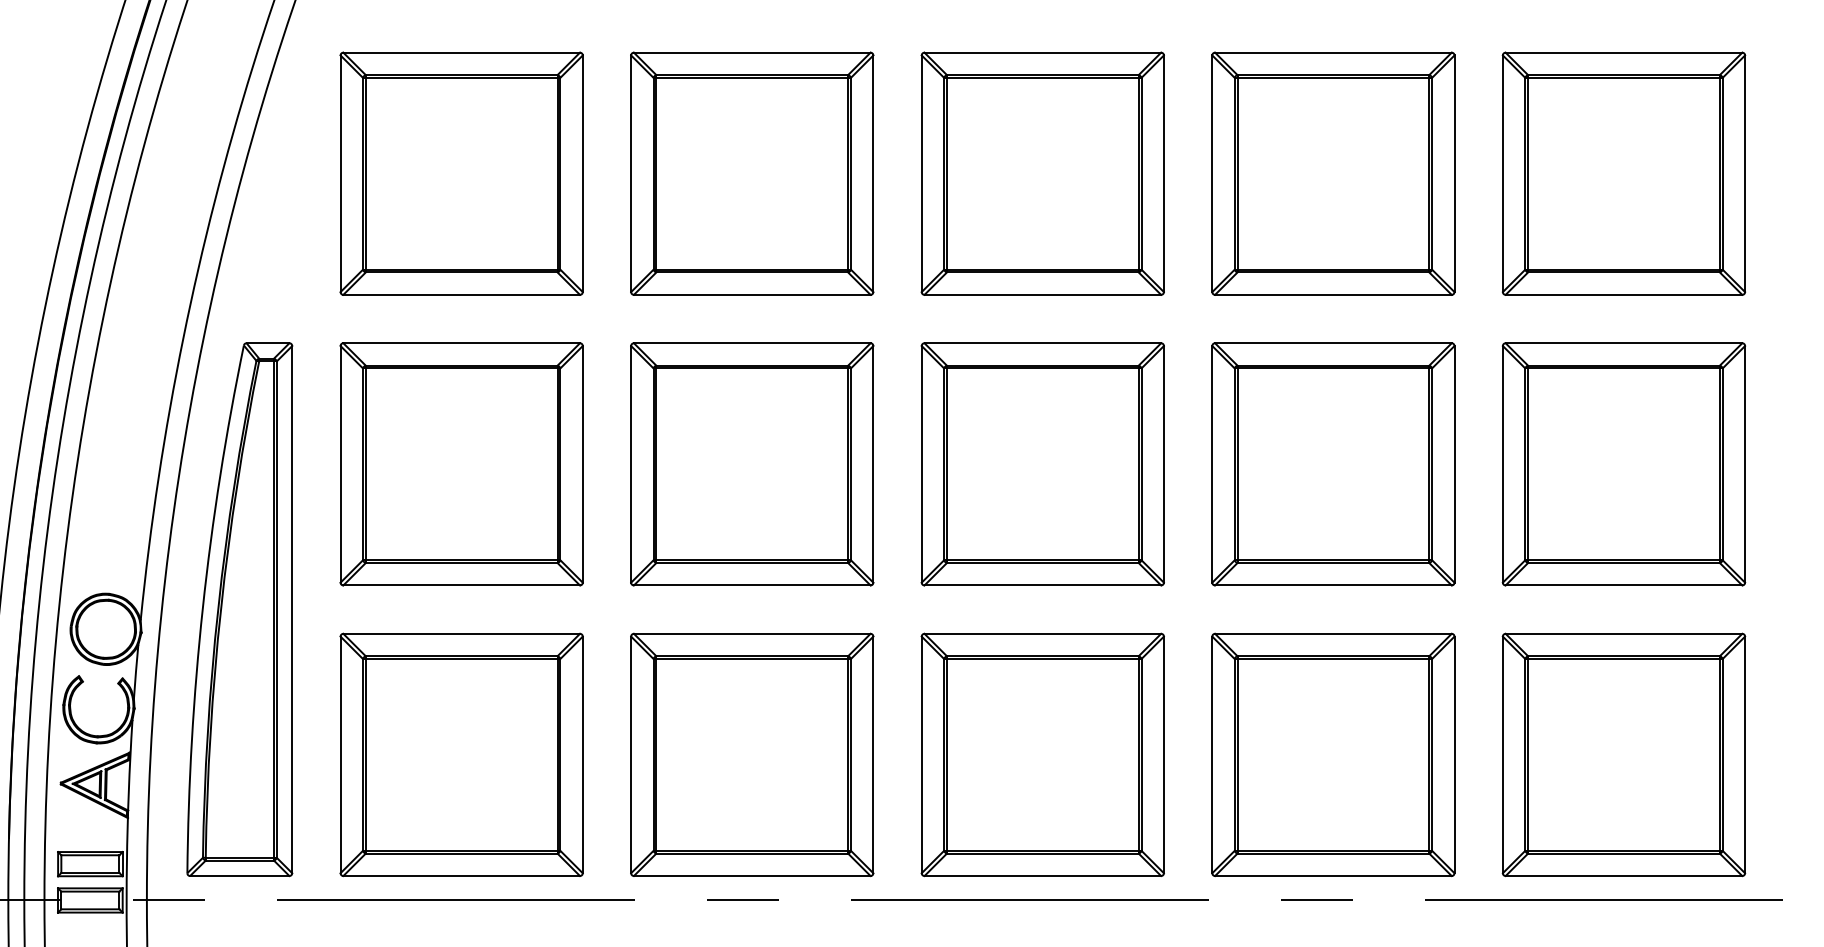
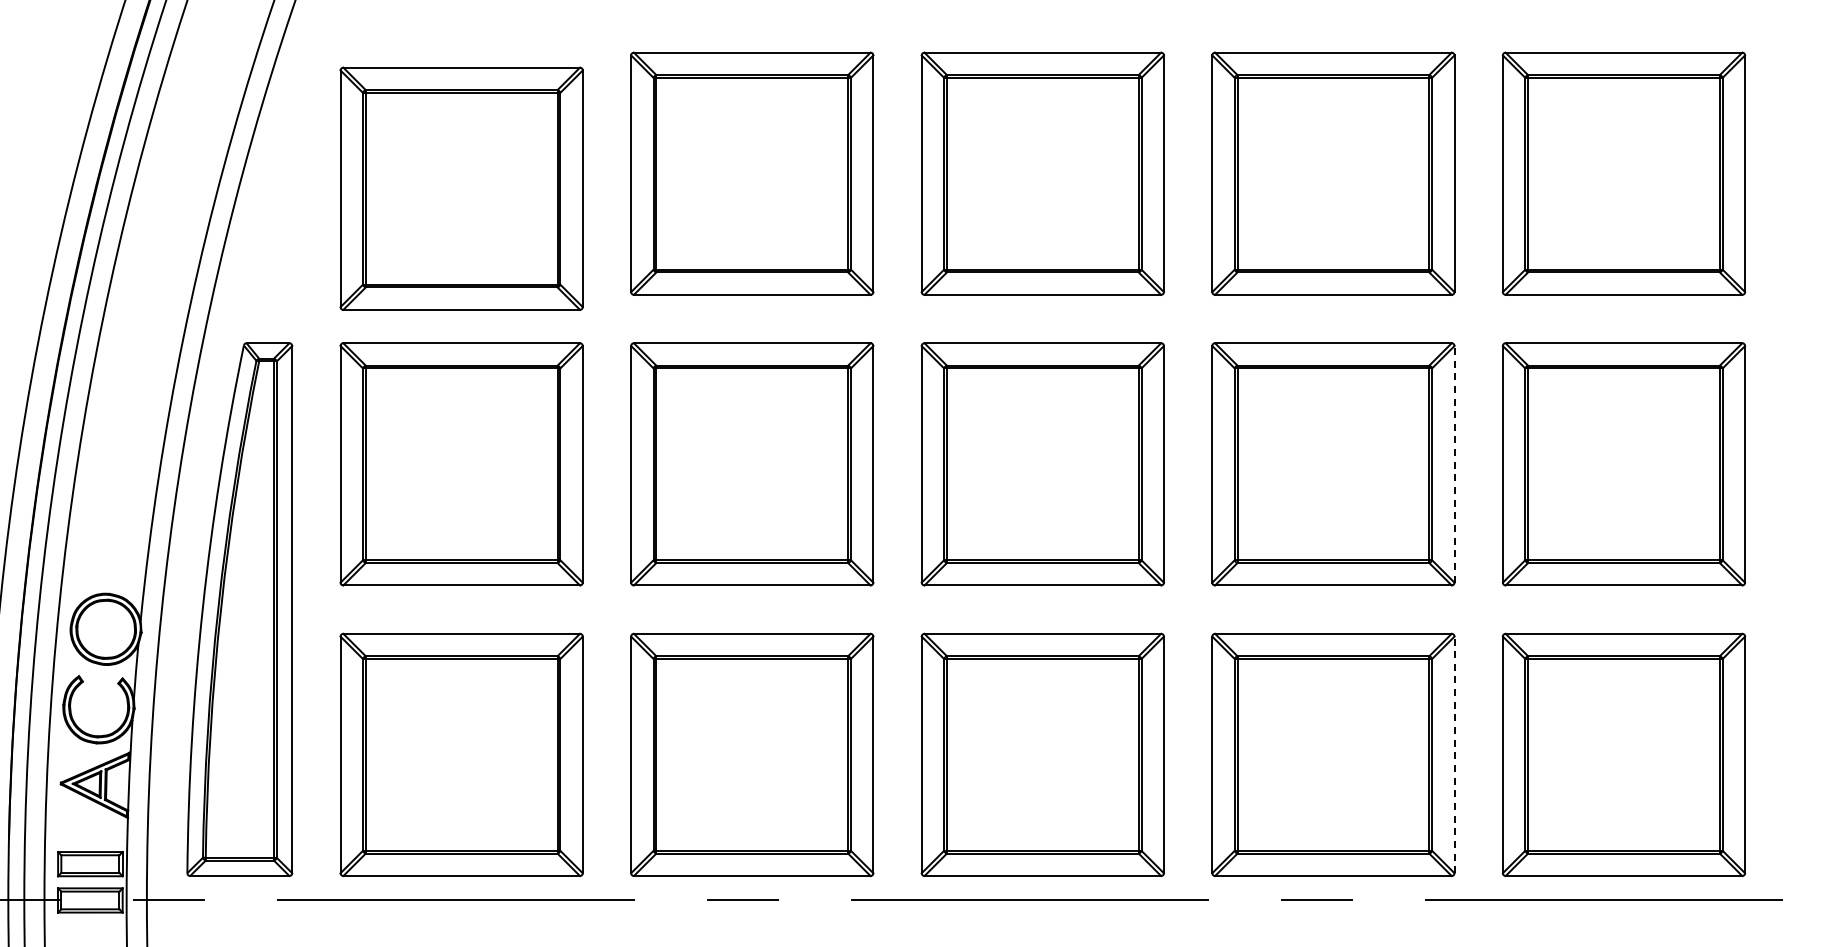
part at (461, 173) position: (461, 173) -> (461, 188)
line at (1454, 463): solid -> dashed
line at (1454, 754): solid -> dashed
